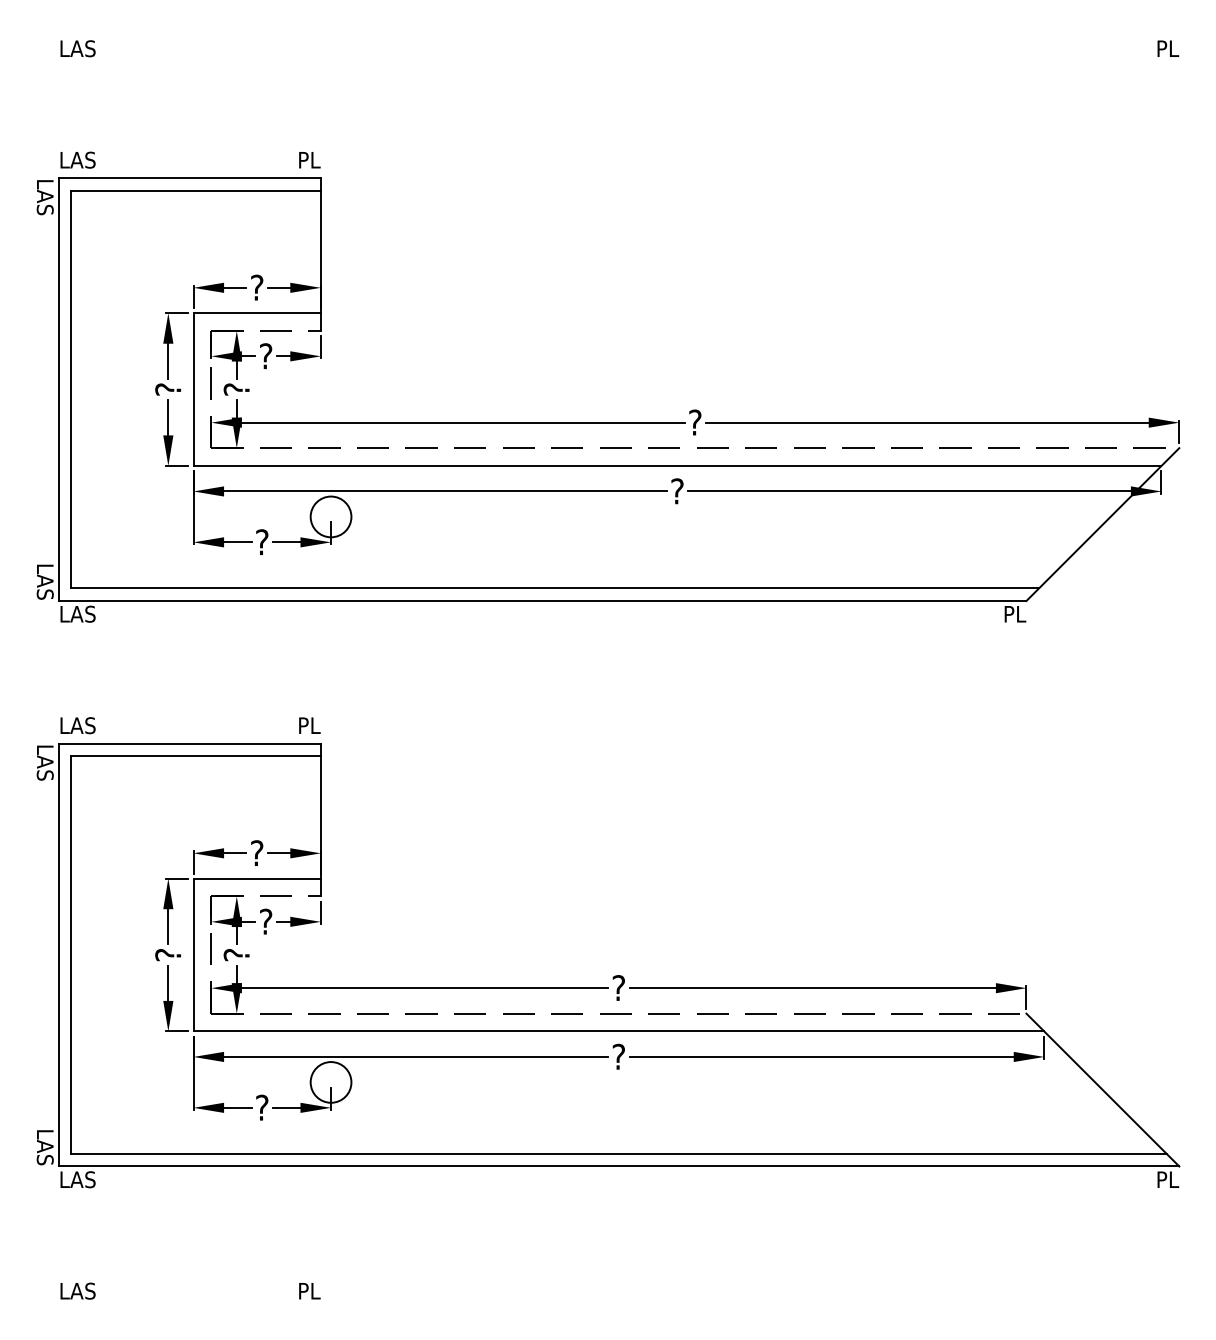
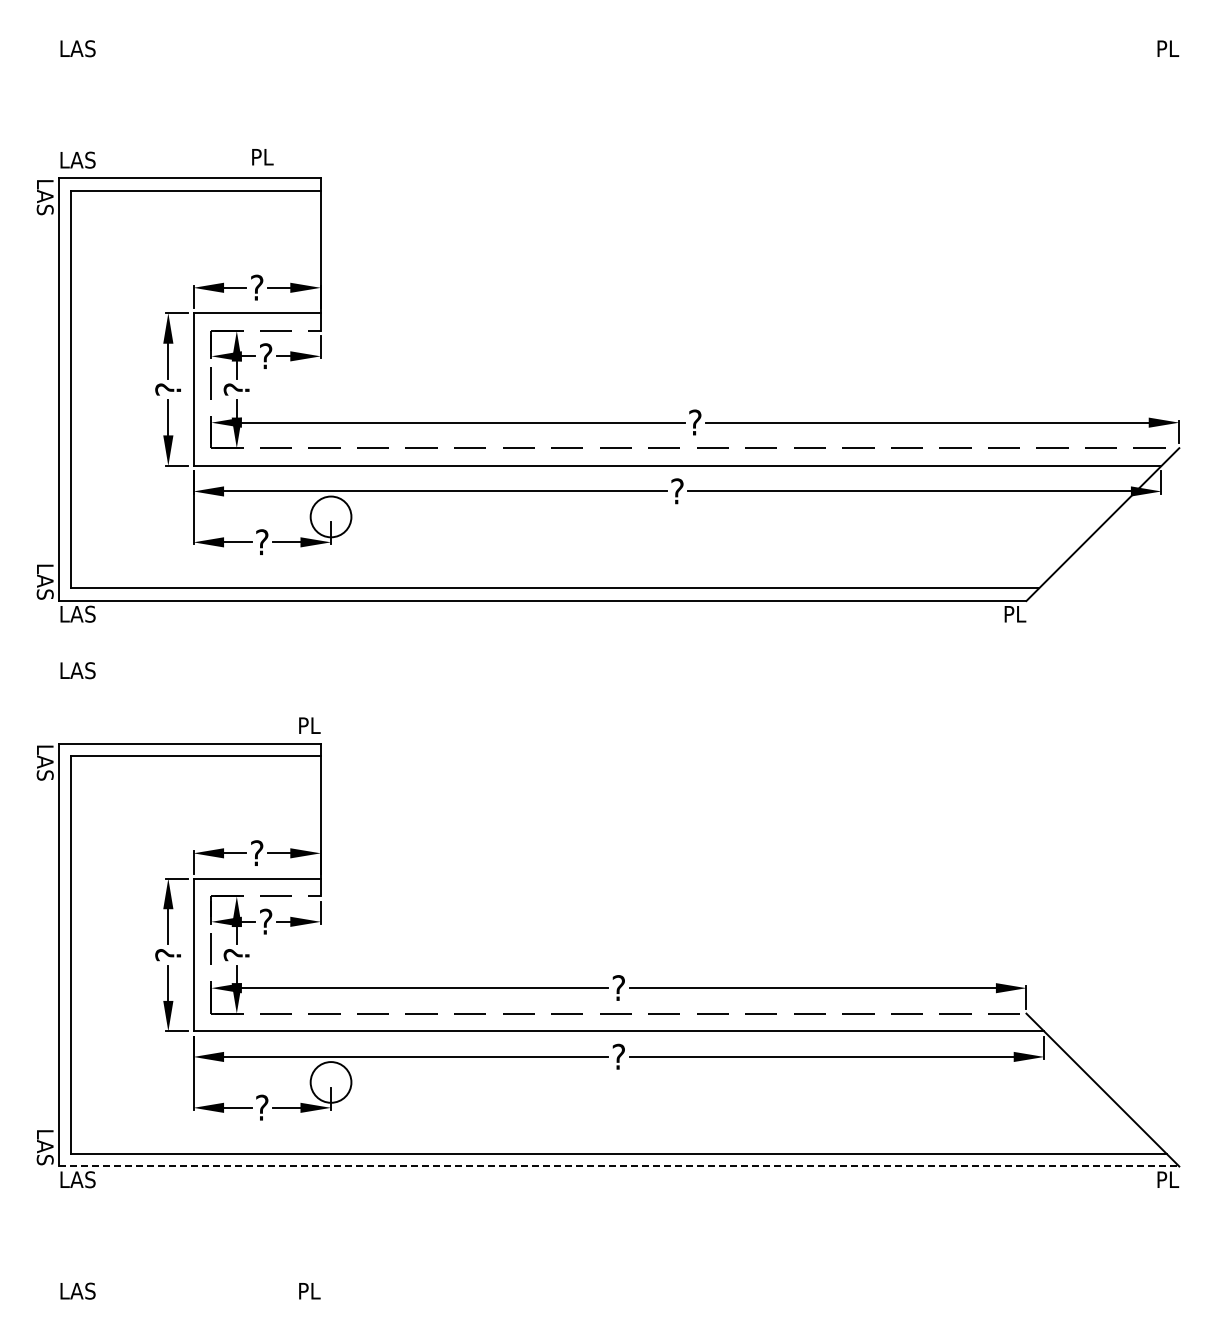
text at (309, 160) position: (309, 160) -> (262, 157)
text at (77, 725) position: (77, 725) -> (77, 670)
line at (619, 1166): solid -> dashed
